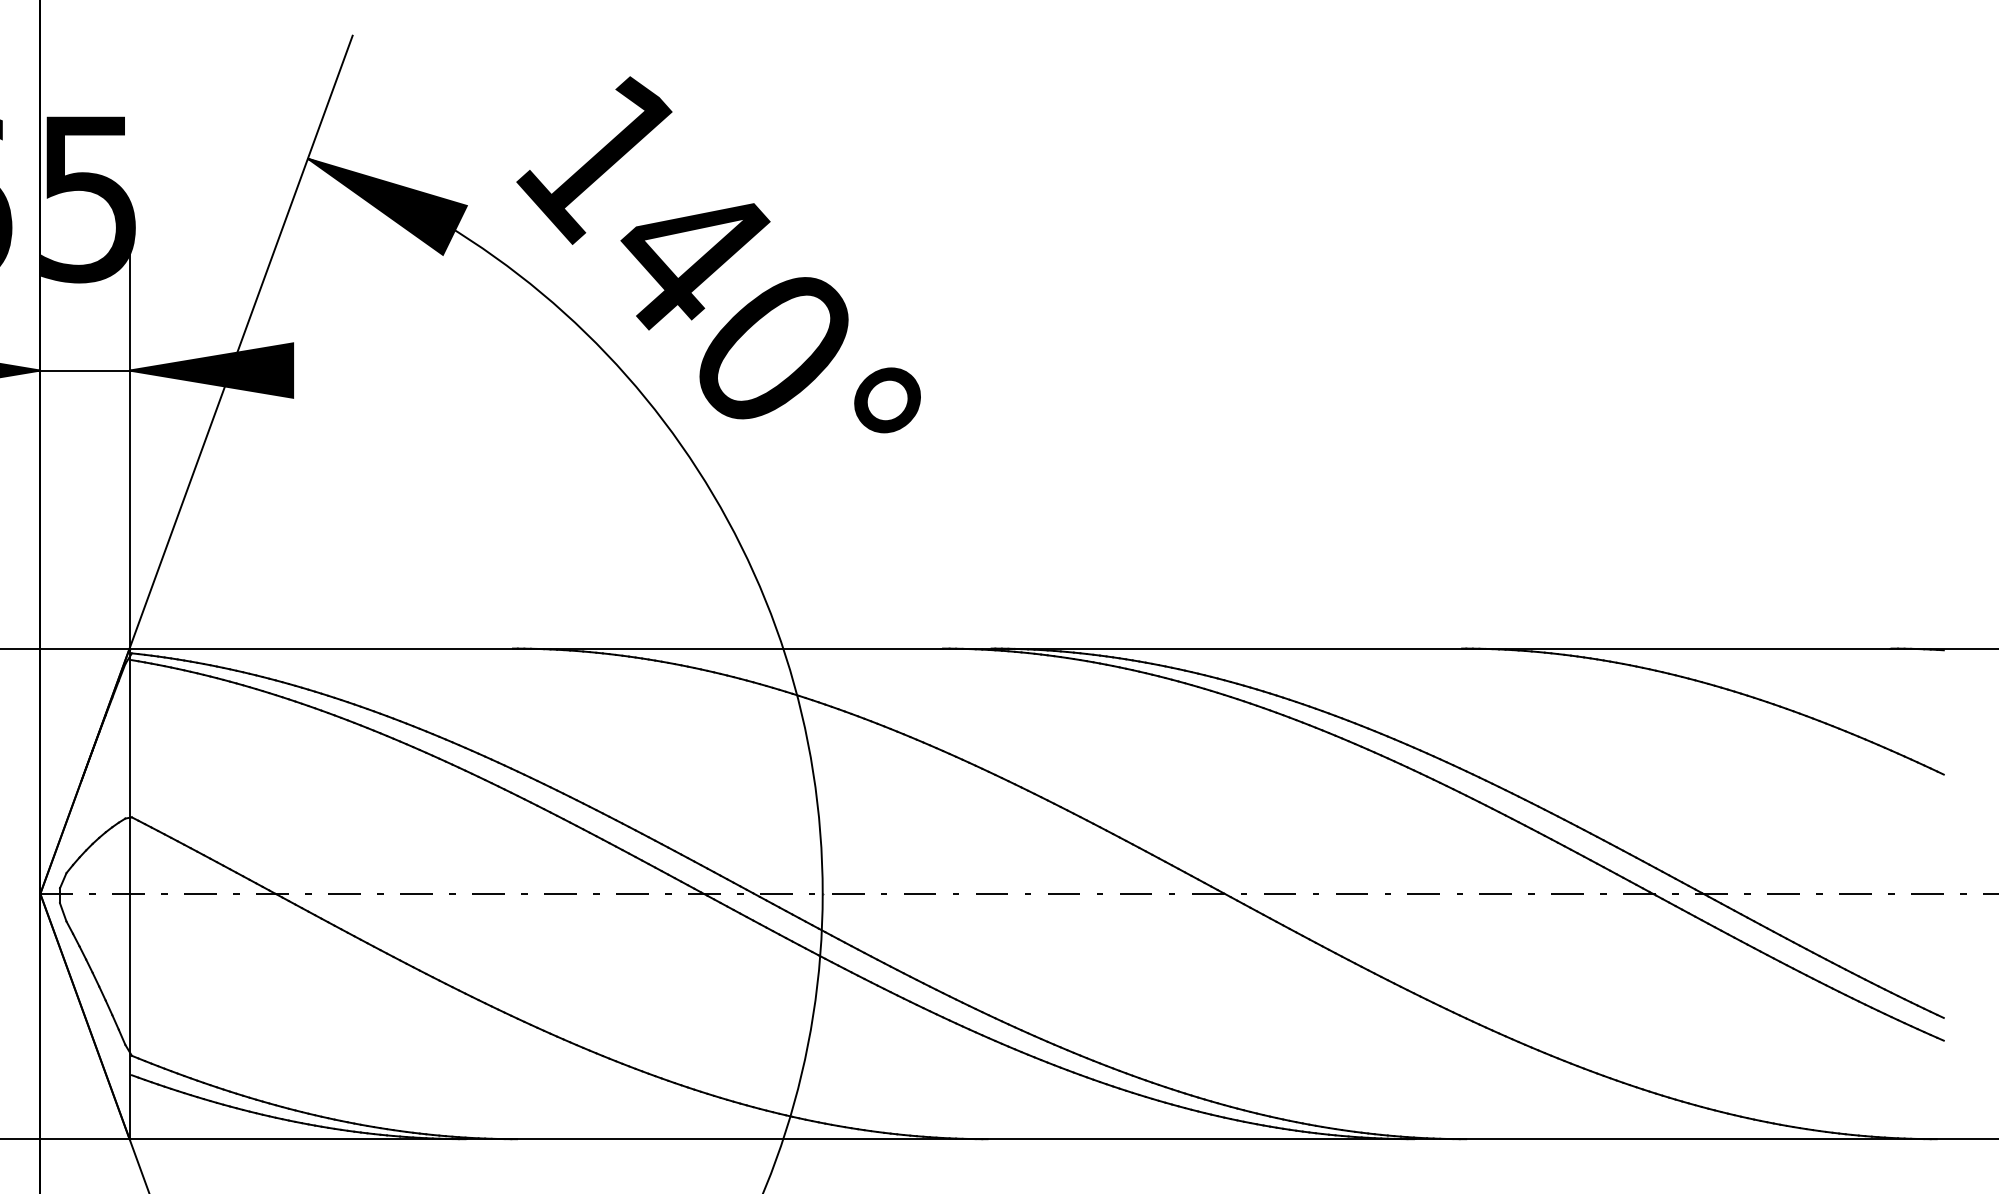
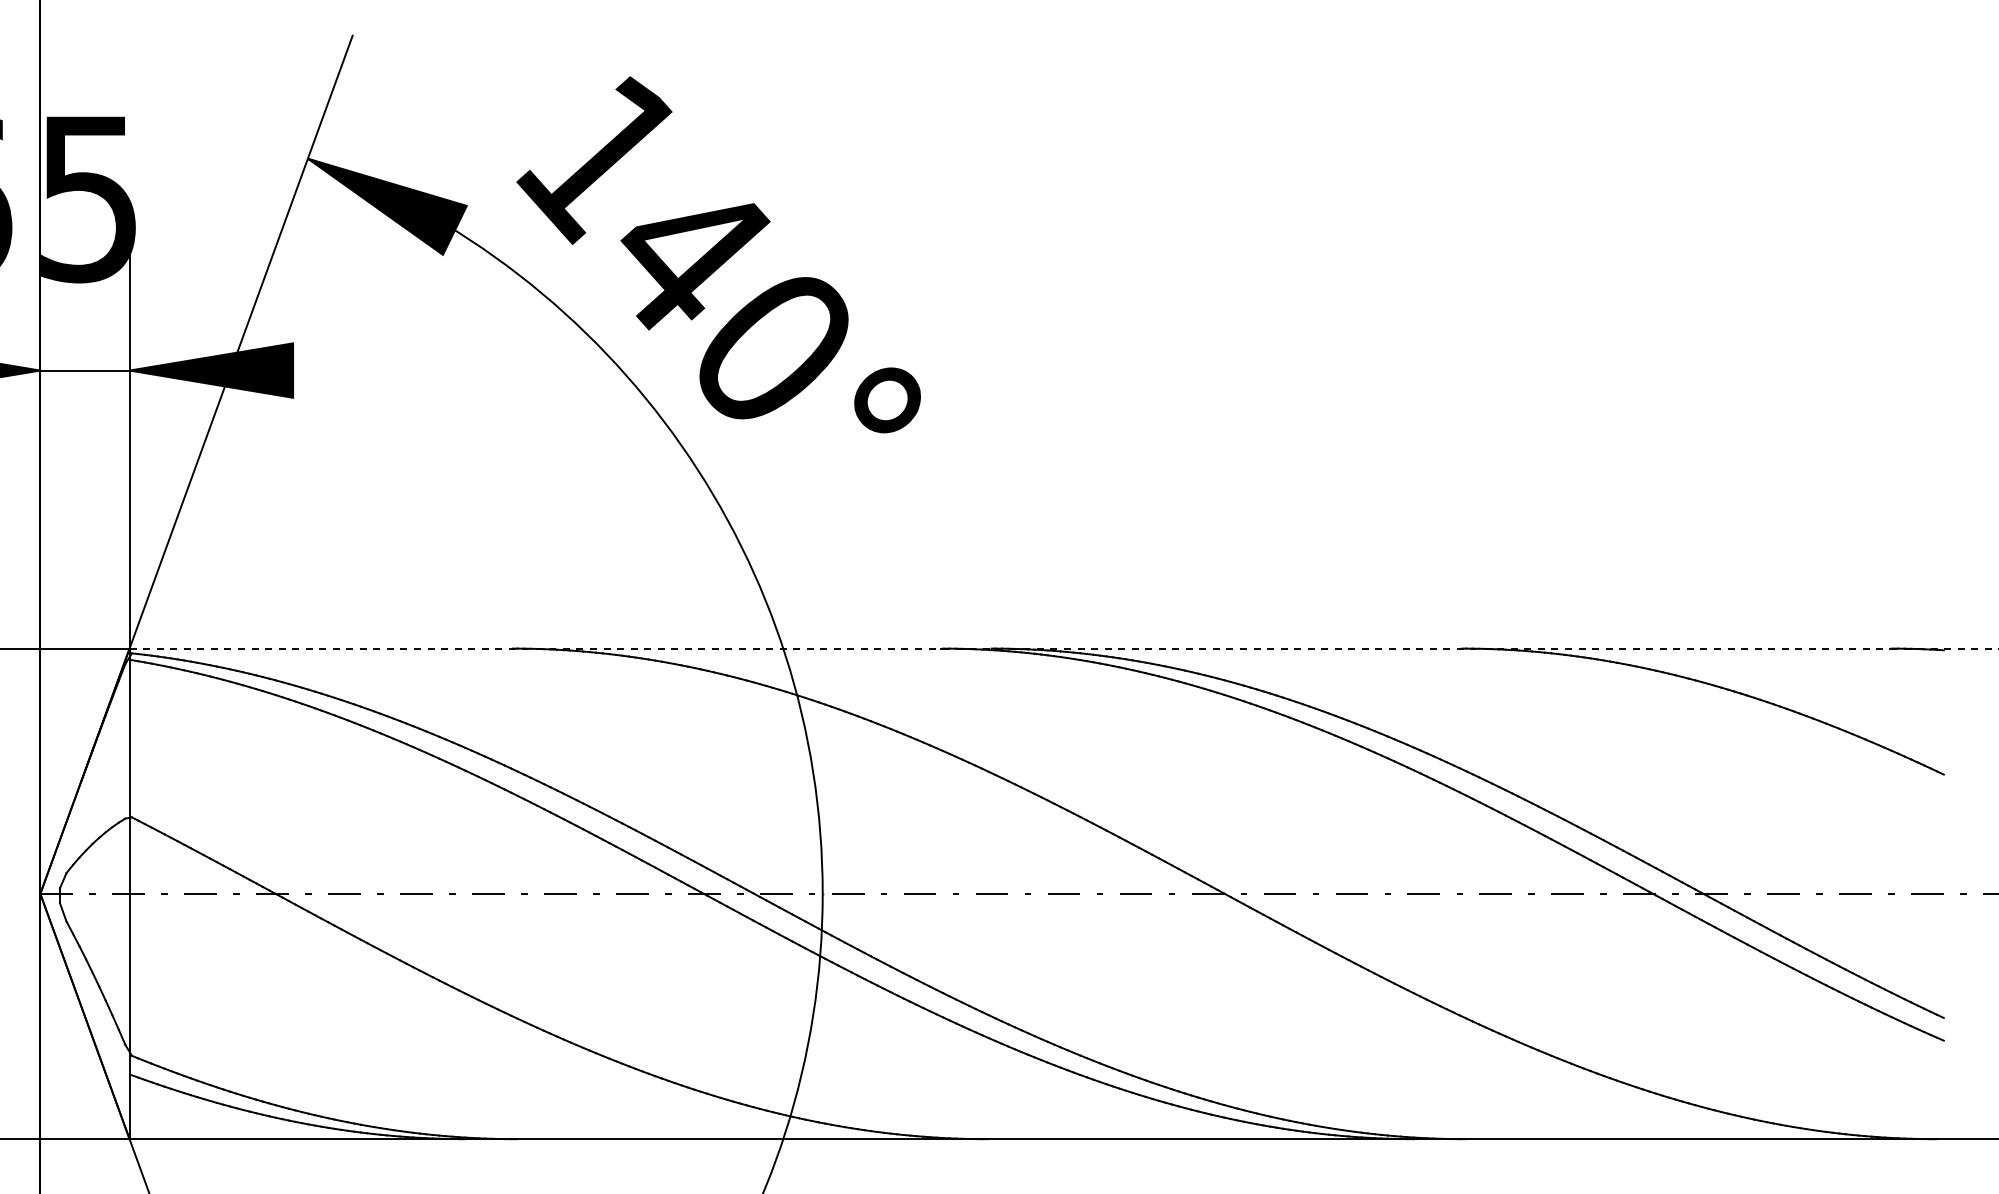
line at (1064, 648): solid -> dashed
